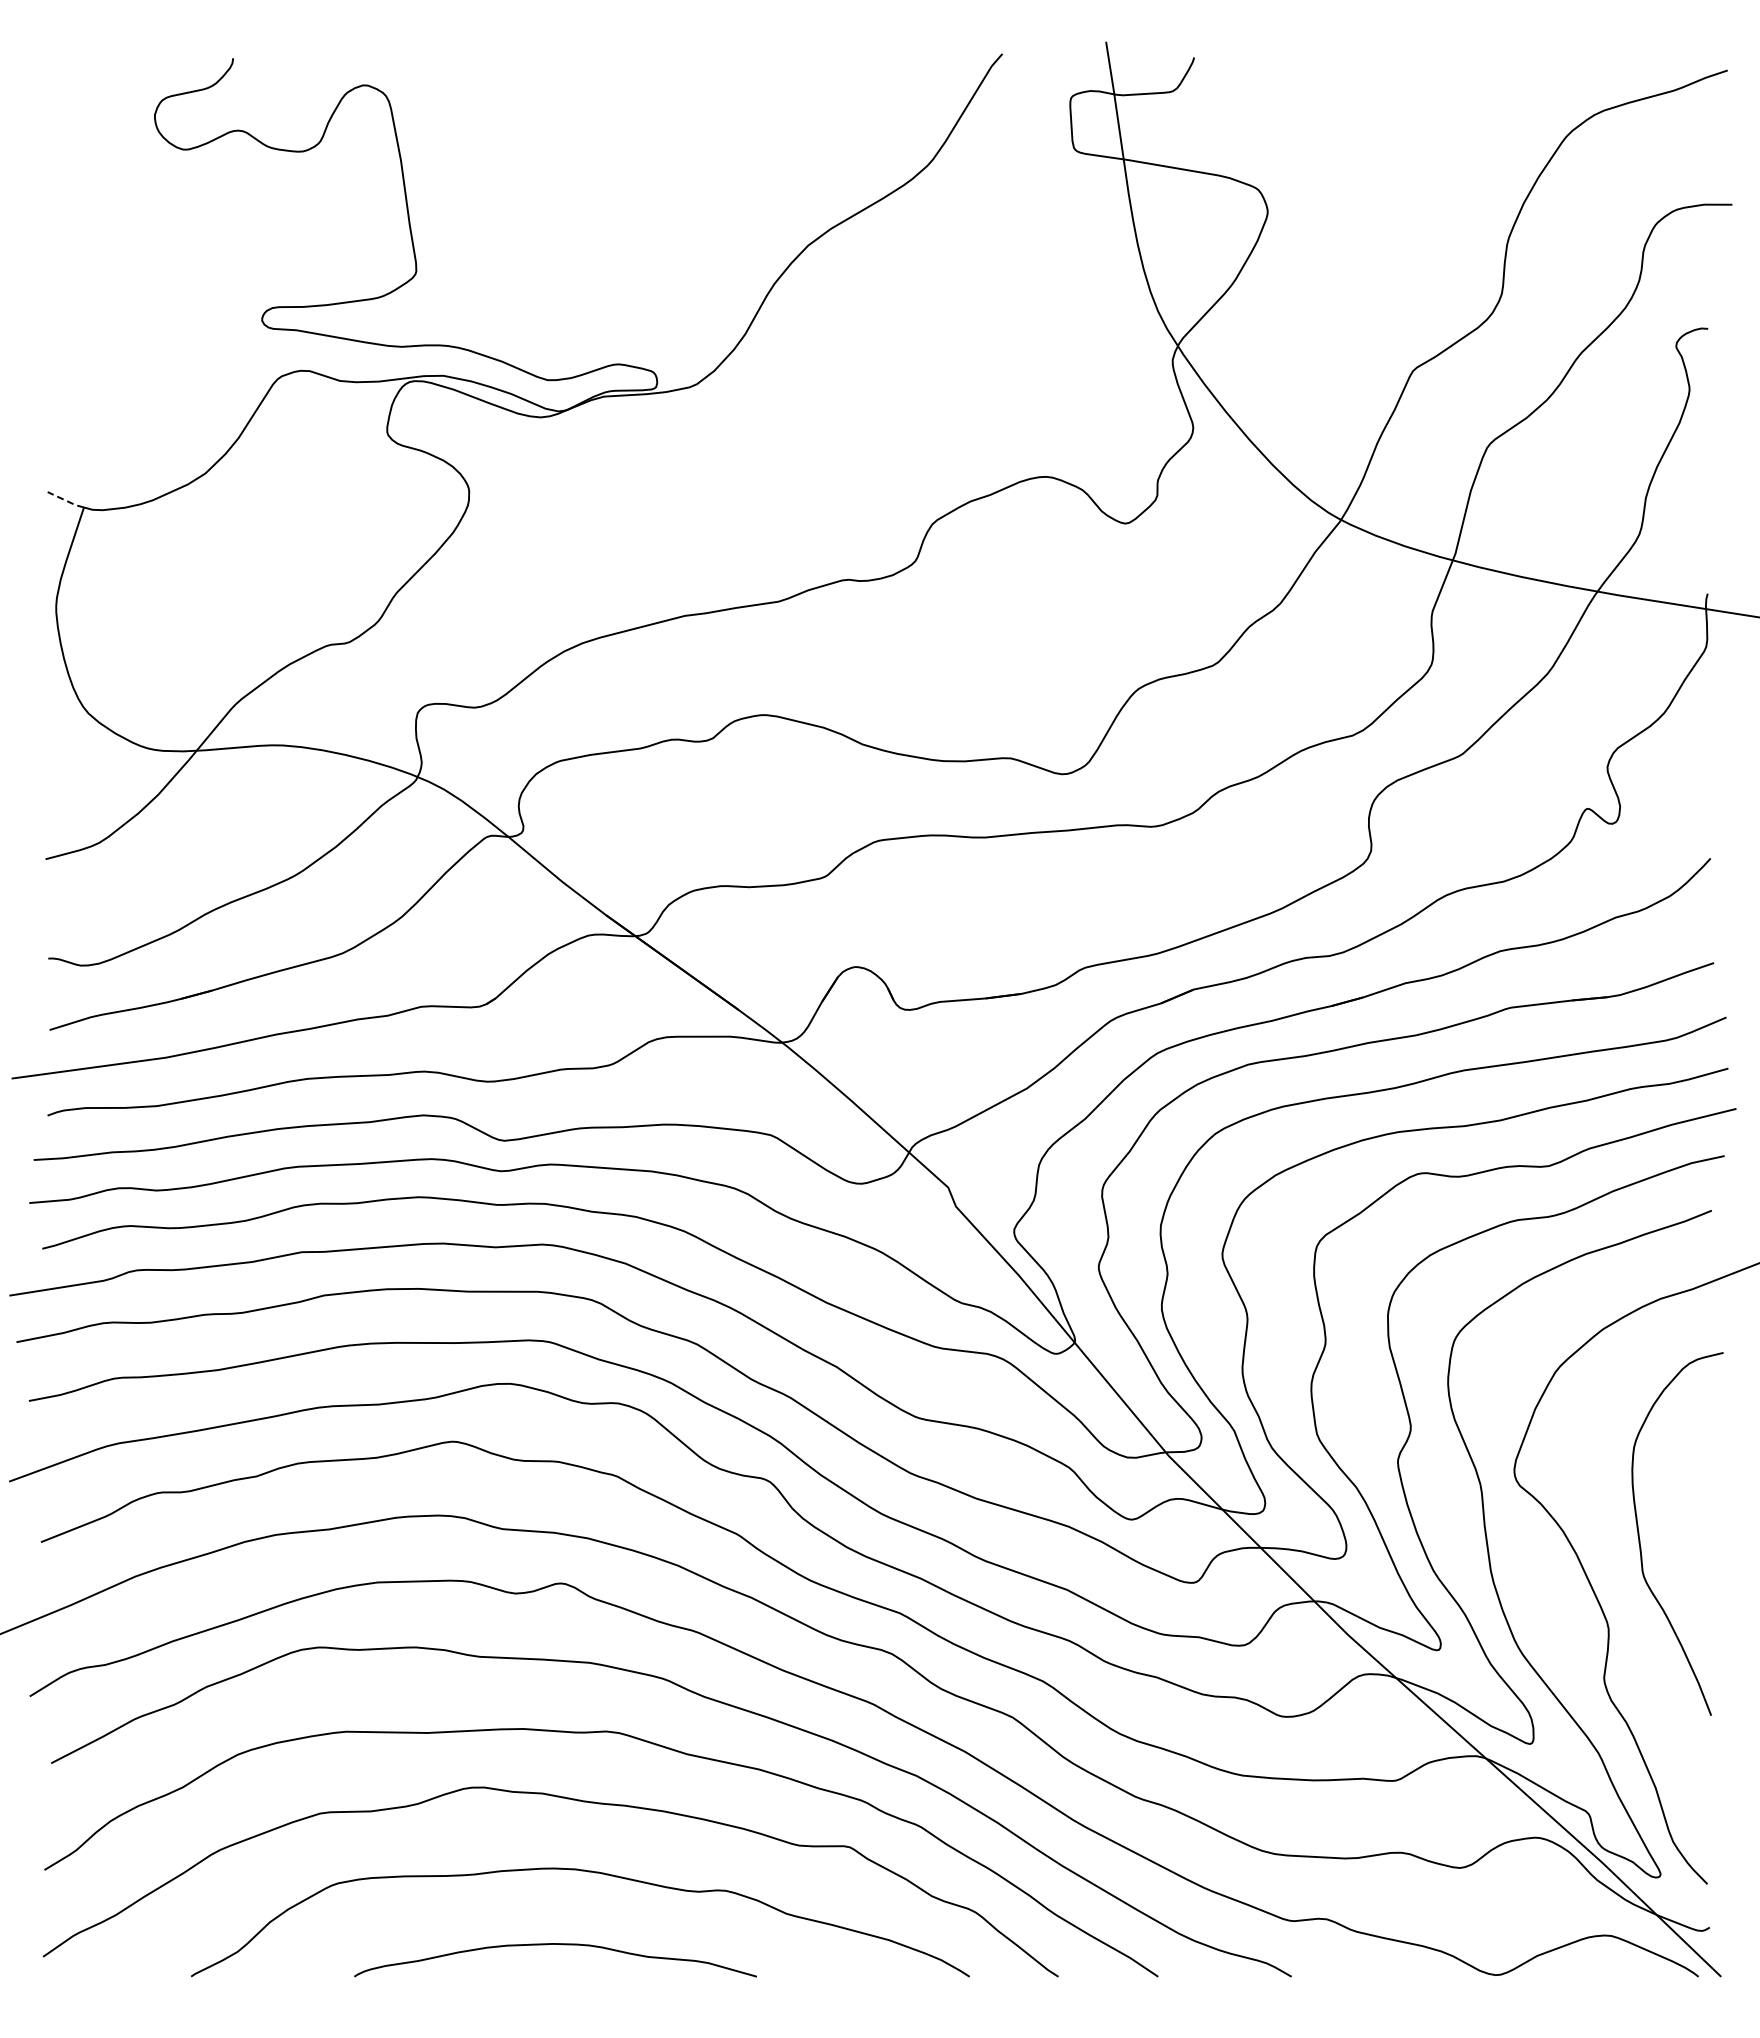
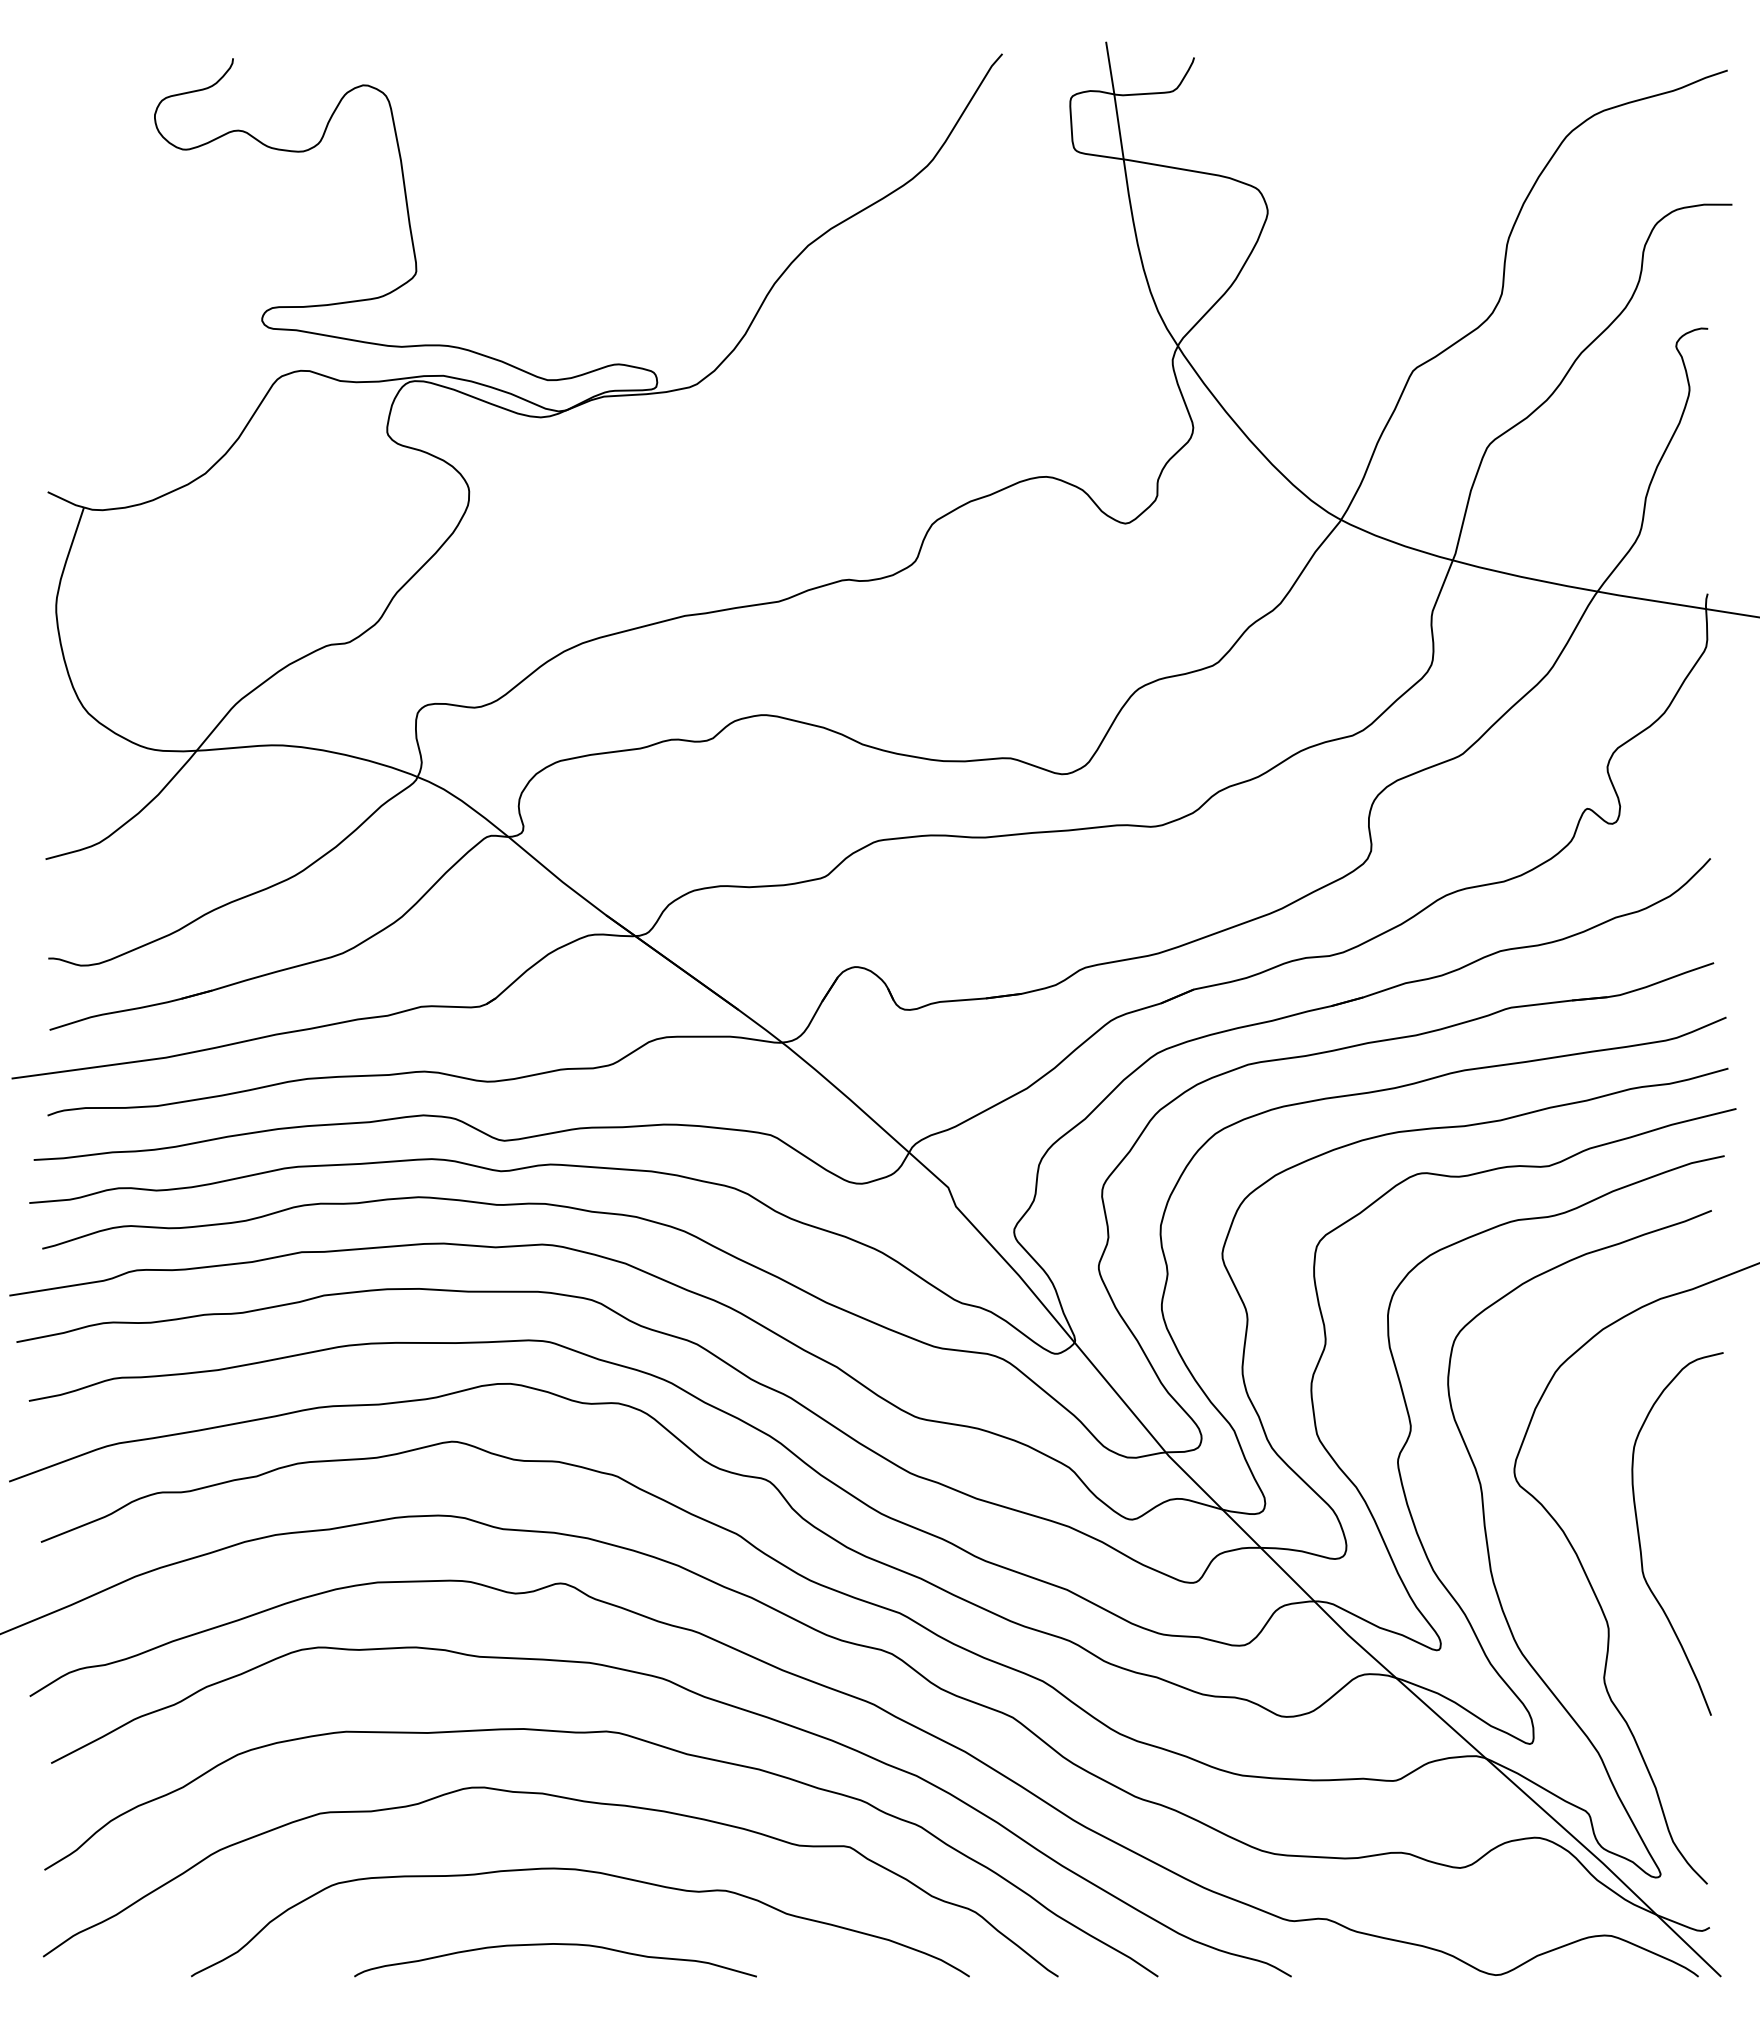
line at (65, 500): dashed -> solid
